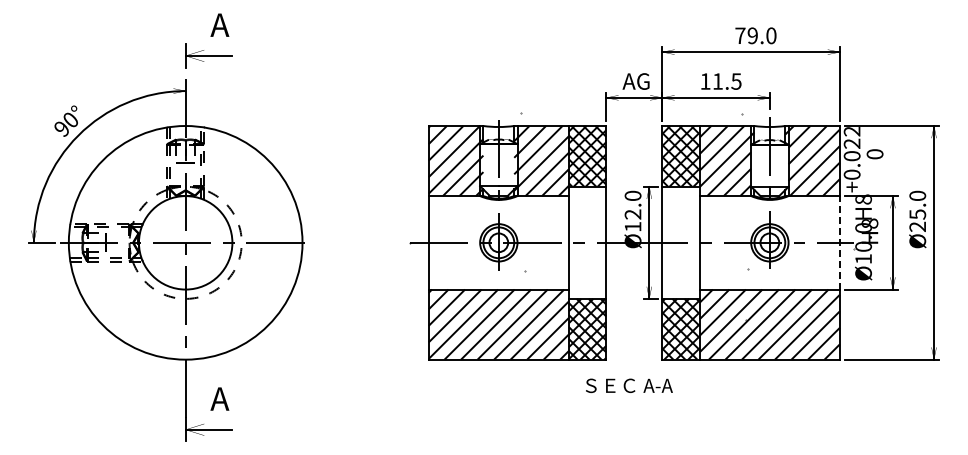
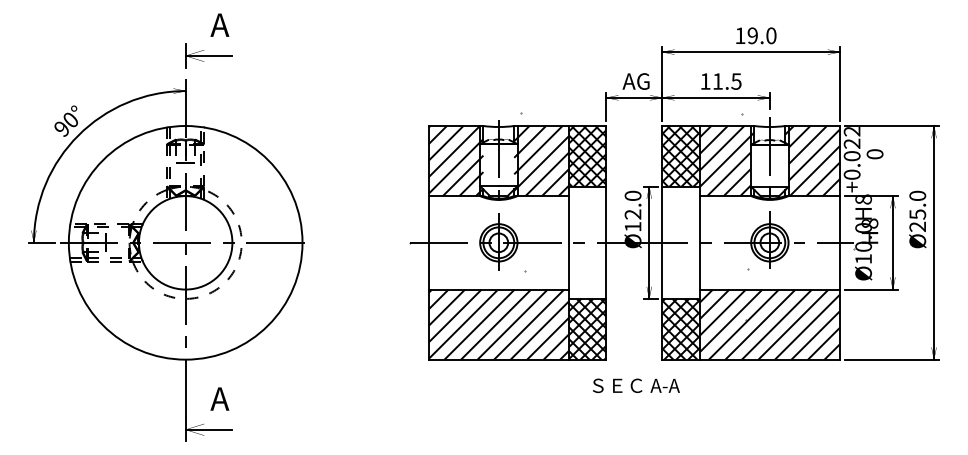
text at (740, 35): 79.0 -> 19.0
line at (839, 242): dashed -> solid
text at (629, 385) position: (629, 385) -> (636, 385)
